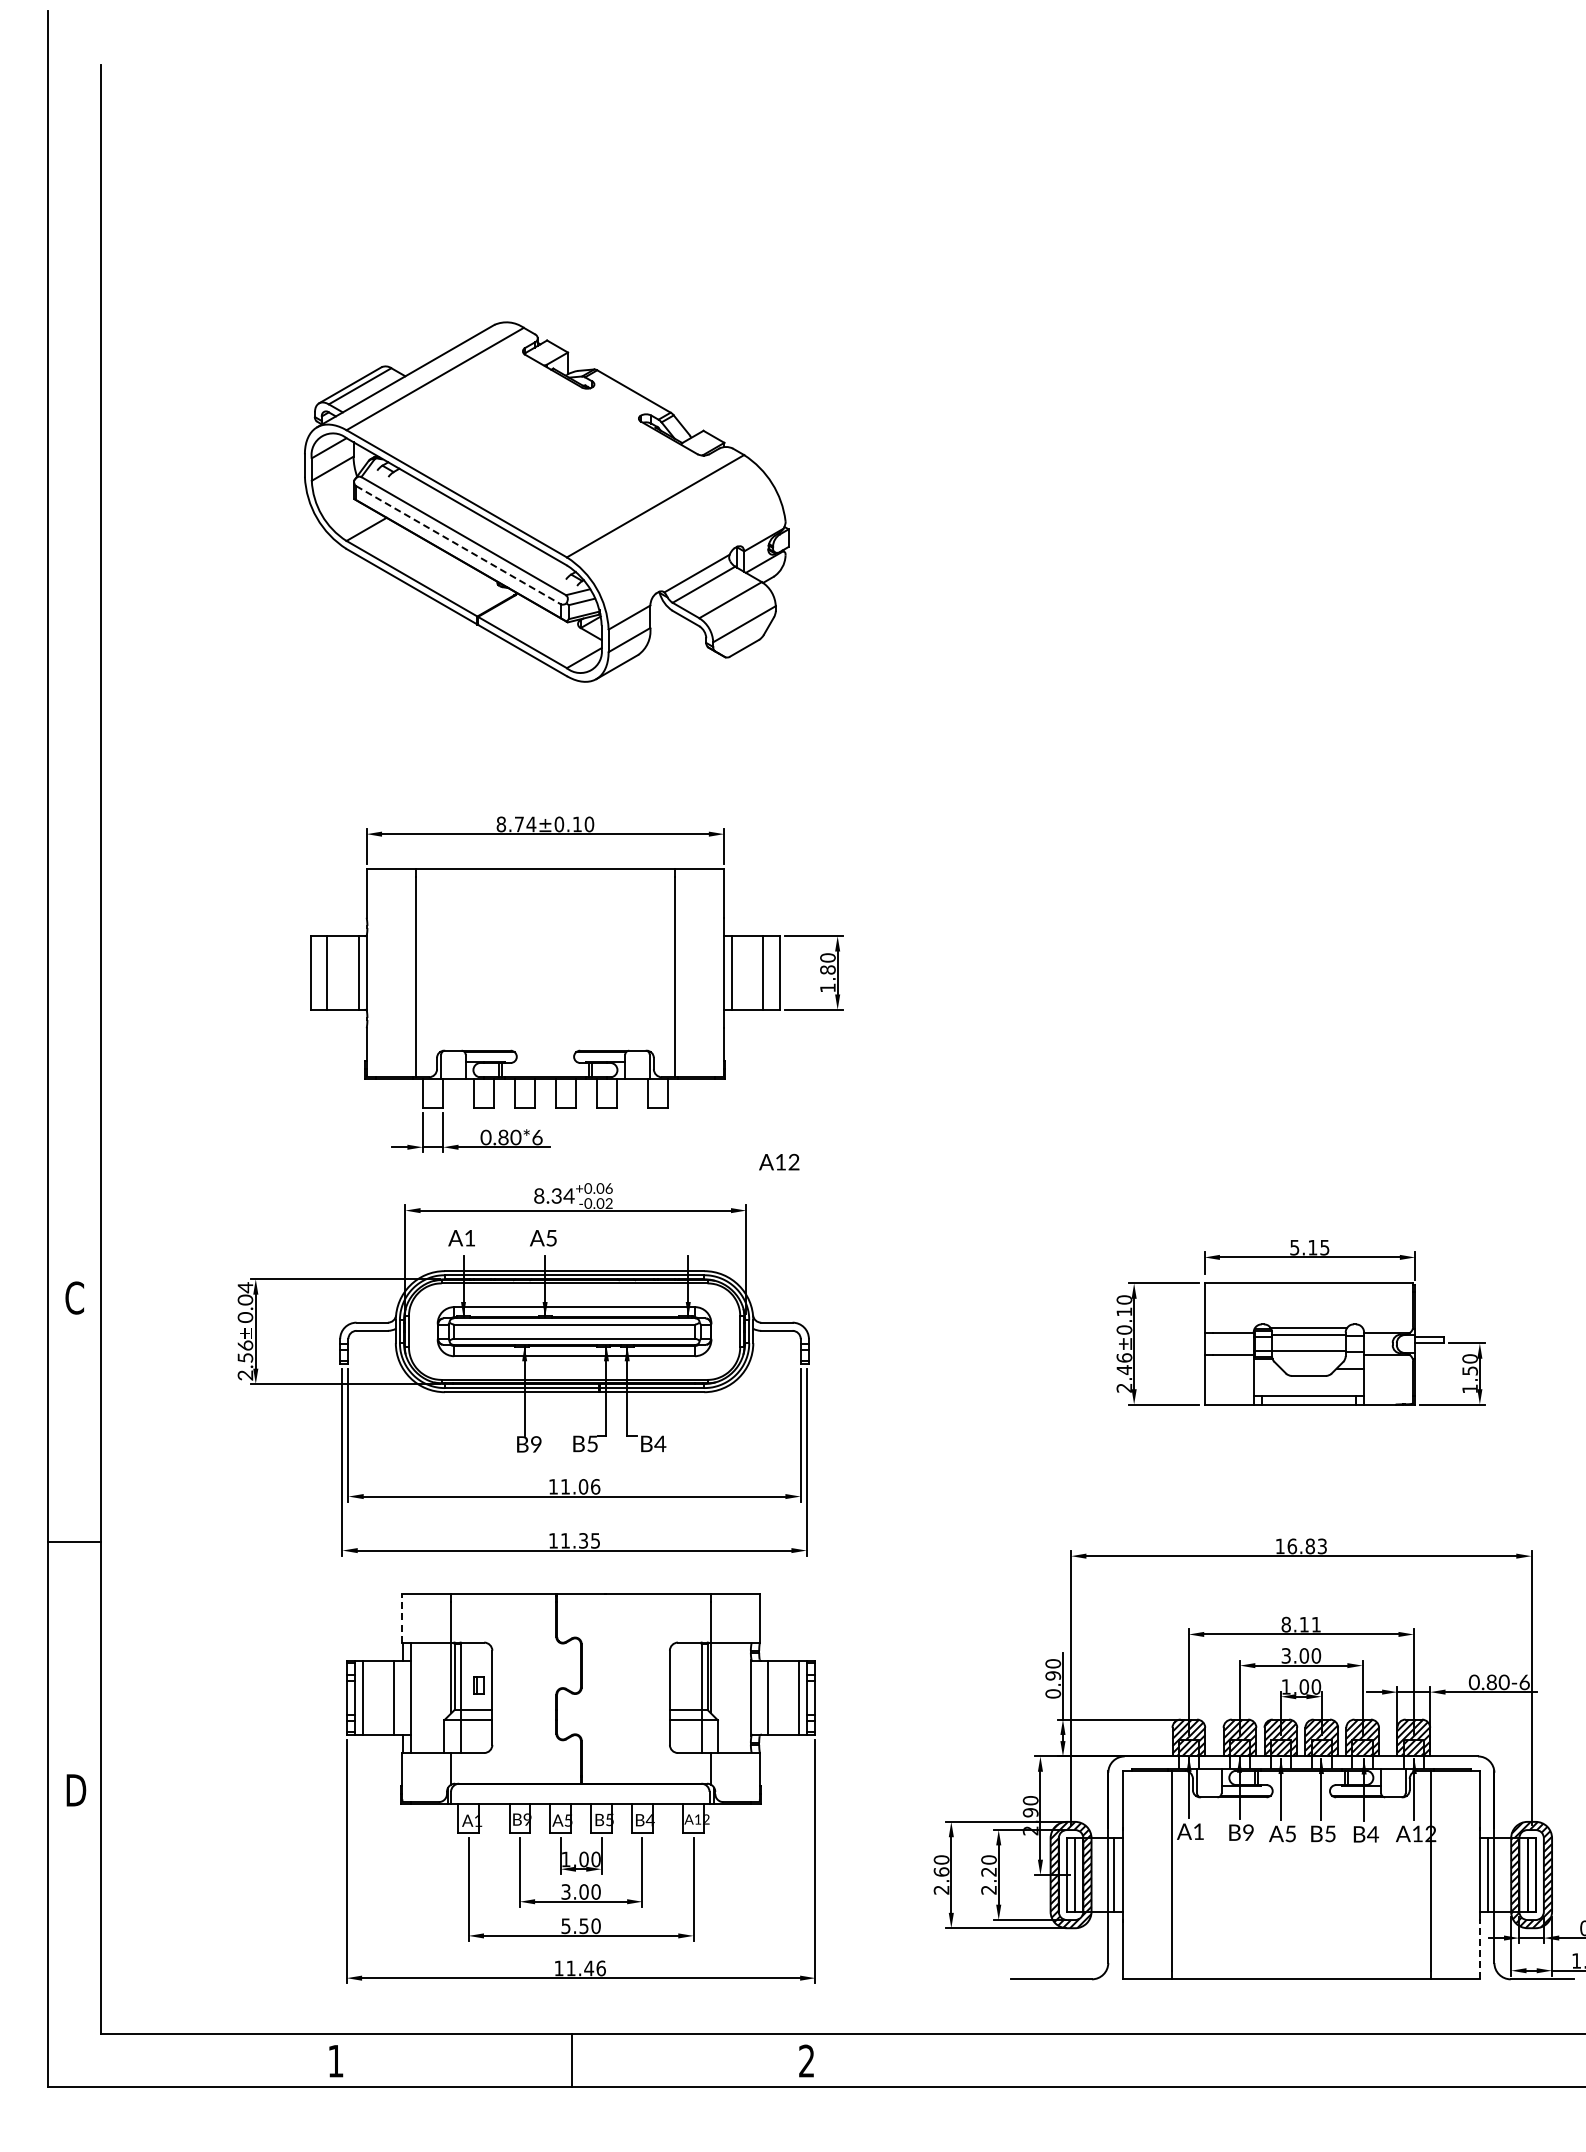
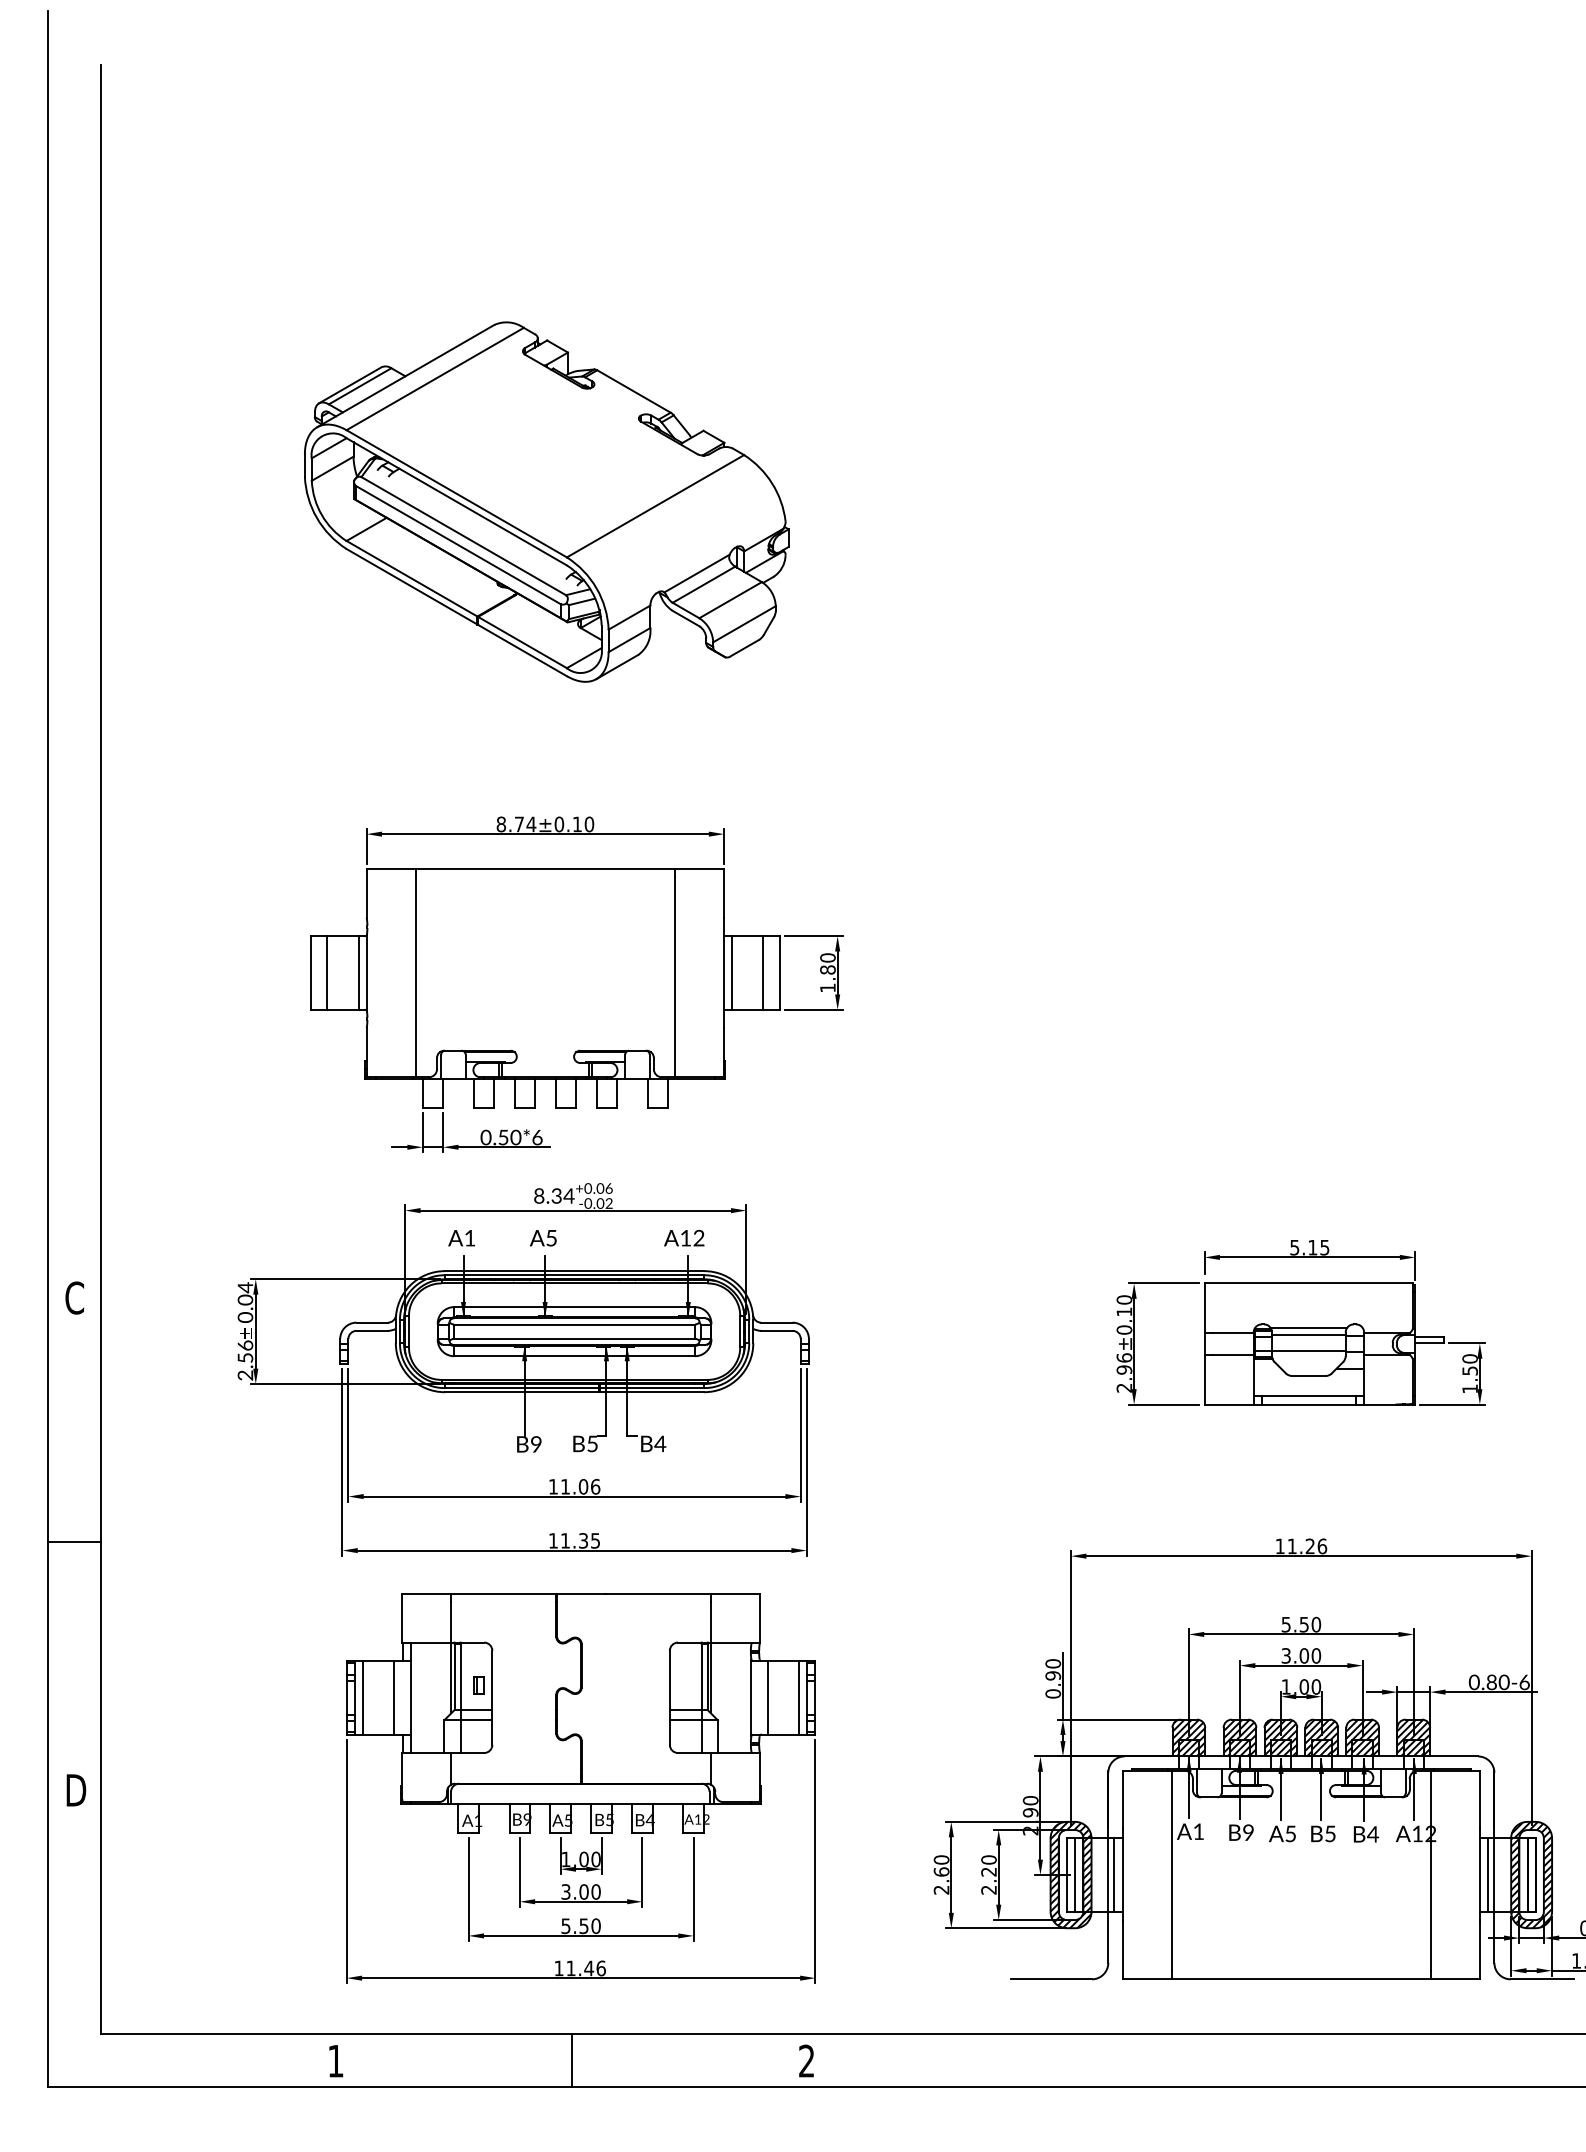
line at (458, 545): dashed -> solid
text at (503, 1137): 0.80*6 -> 0.50*6
text at (779, 1161) position: (779, 1161) -> (684, 1237)
text at (1124, 1370): 2.46±0.10 -> 2.96±0.10
text at (1307, 1546): 16.83 -> 11.26
line at (402, 1618): dashed -> solid
text at (1301, 1624): 8.11 -> 5.50
line at (1480, 1950): dashed -> solid
